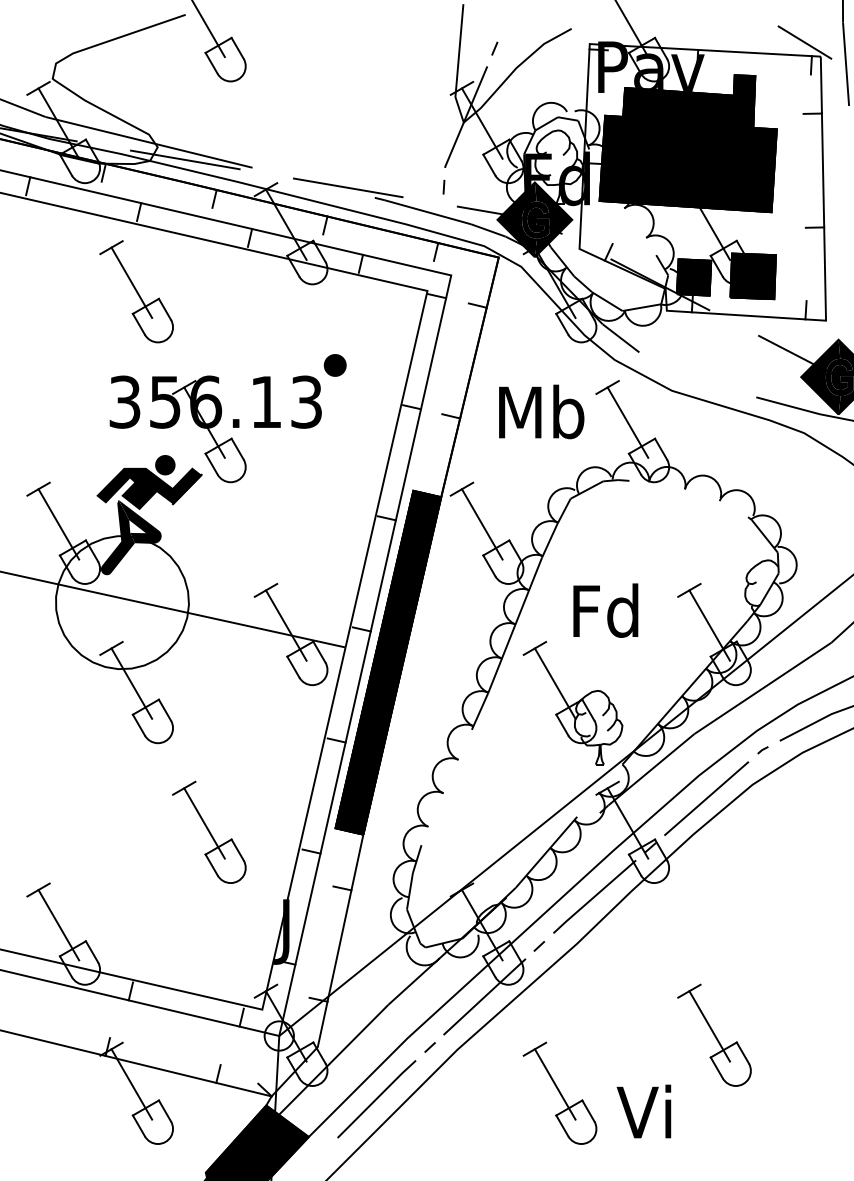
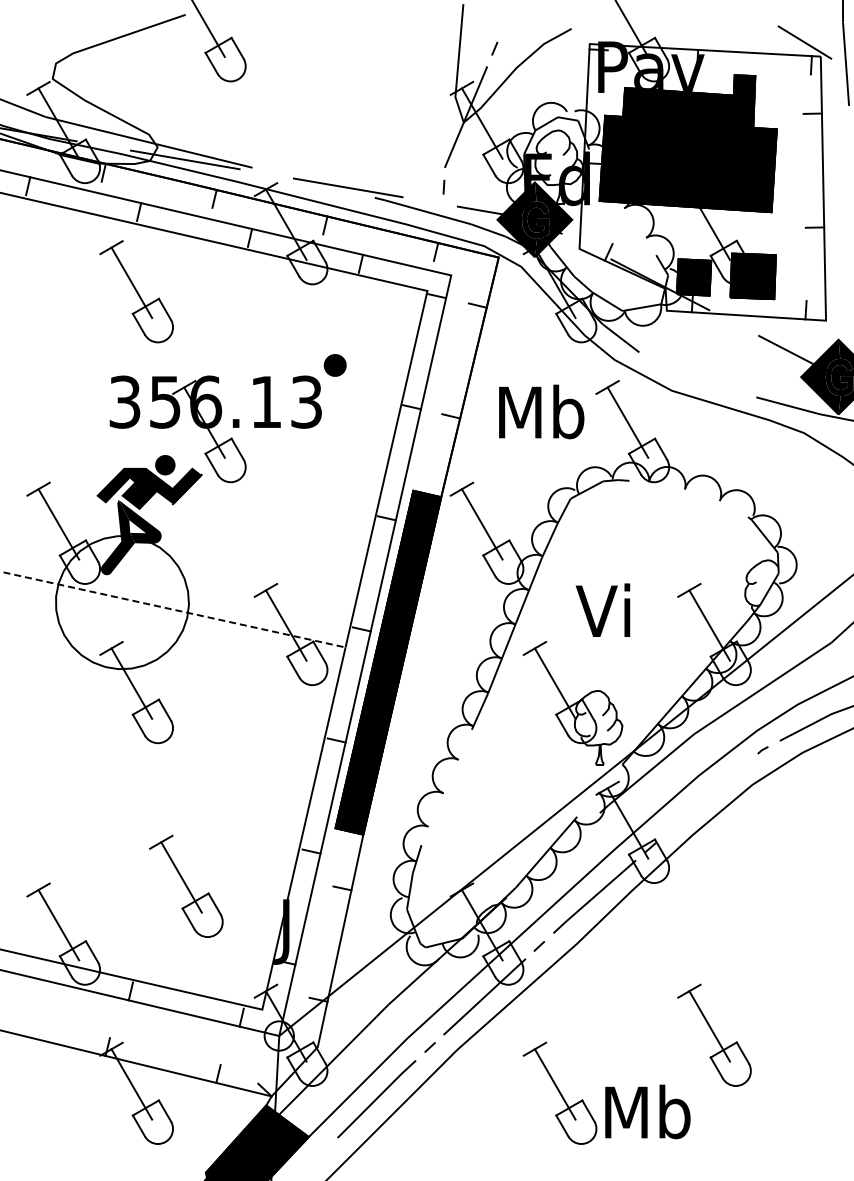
line at (172, 609): solid -> dashed
text at (605, 610): Fd -> Vi
line at (706, 798): present -> none
part at (209, 831) position: (209, 831) -> (186, 885)
text at (647, 1111): Vi -> Mb
